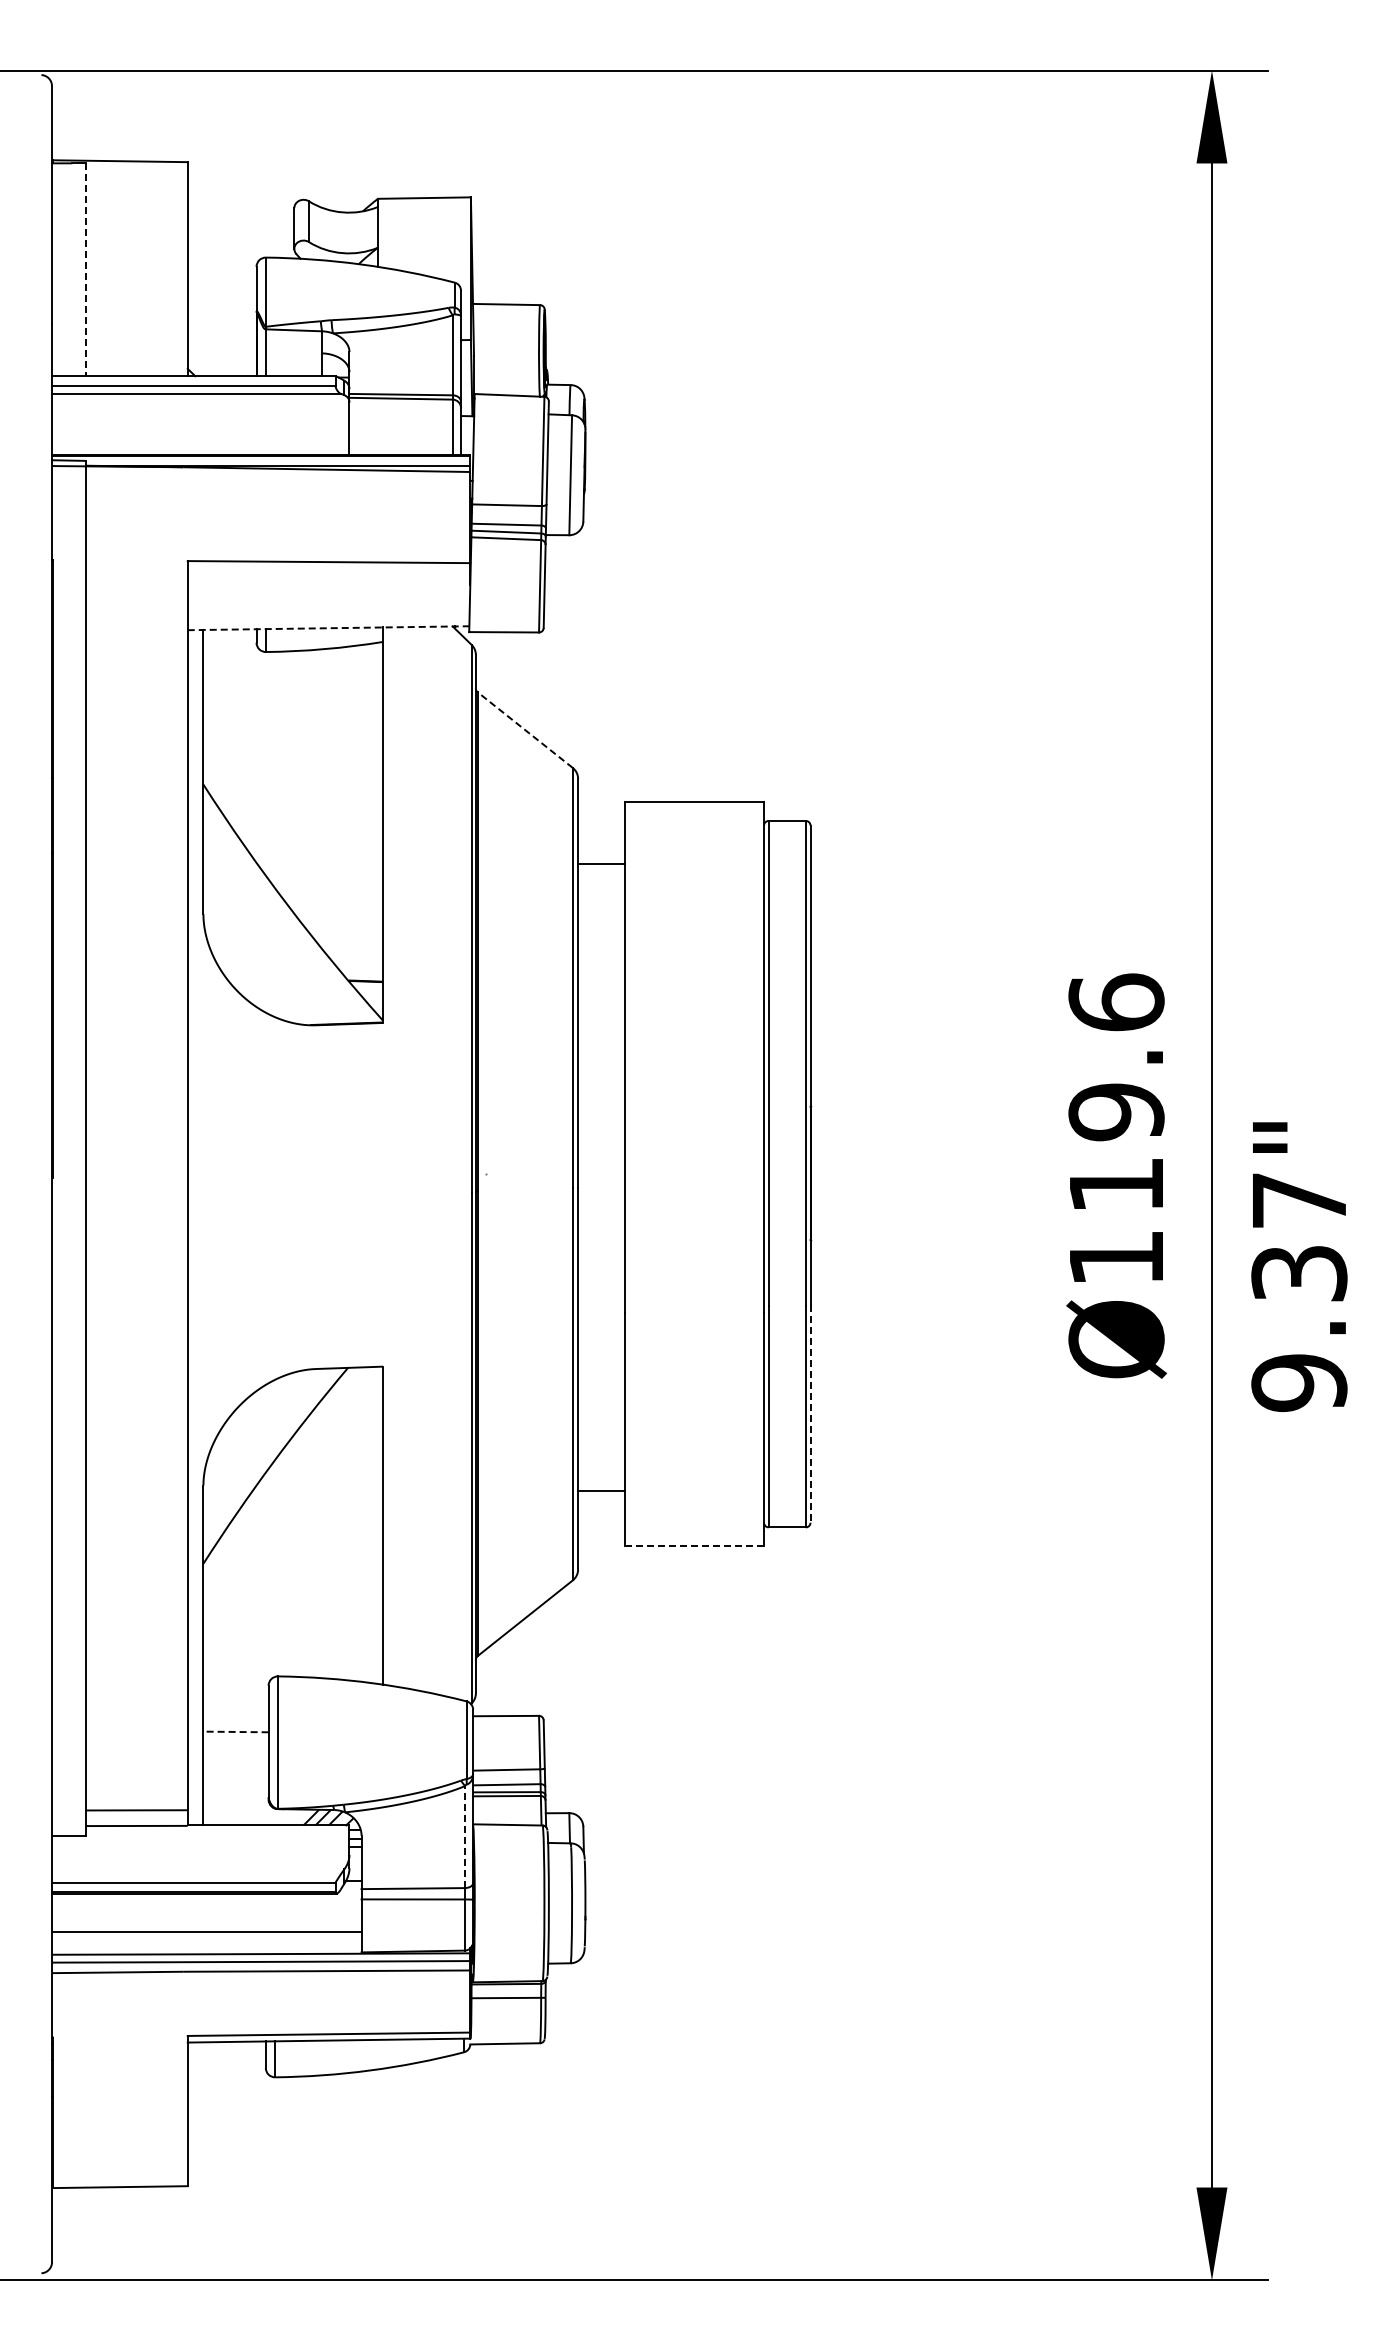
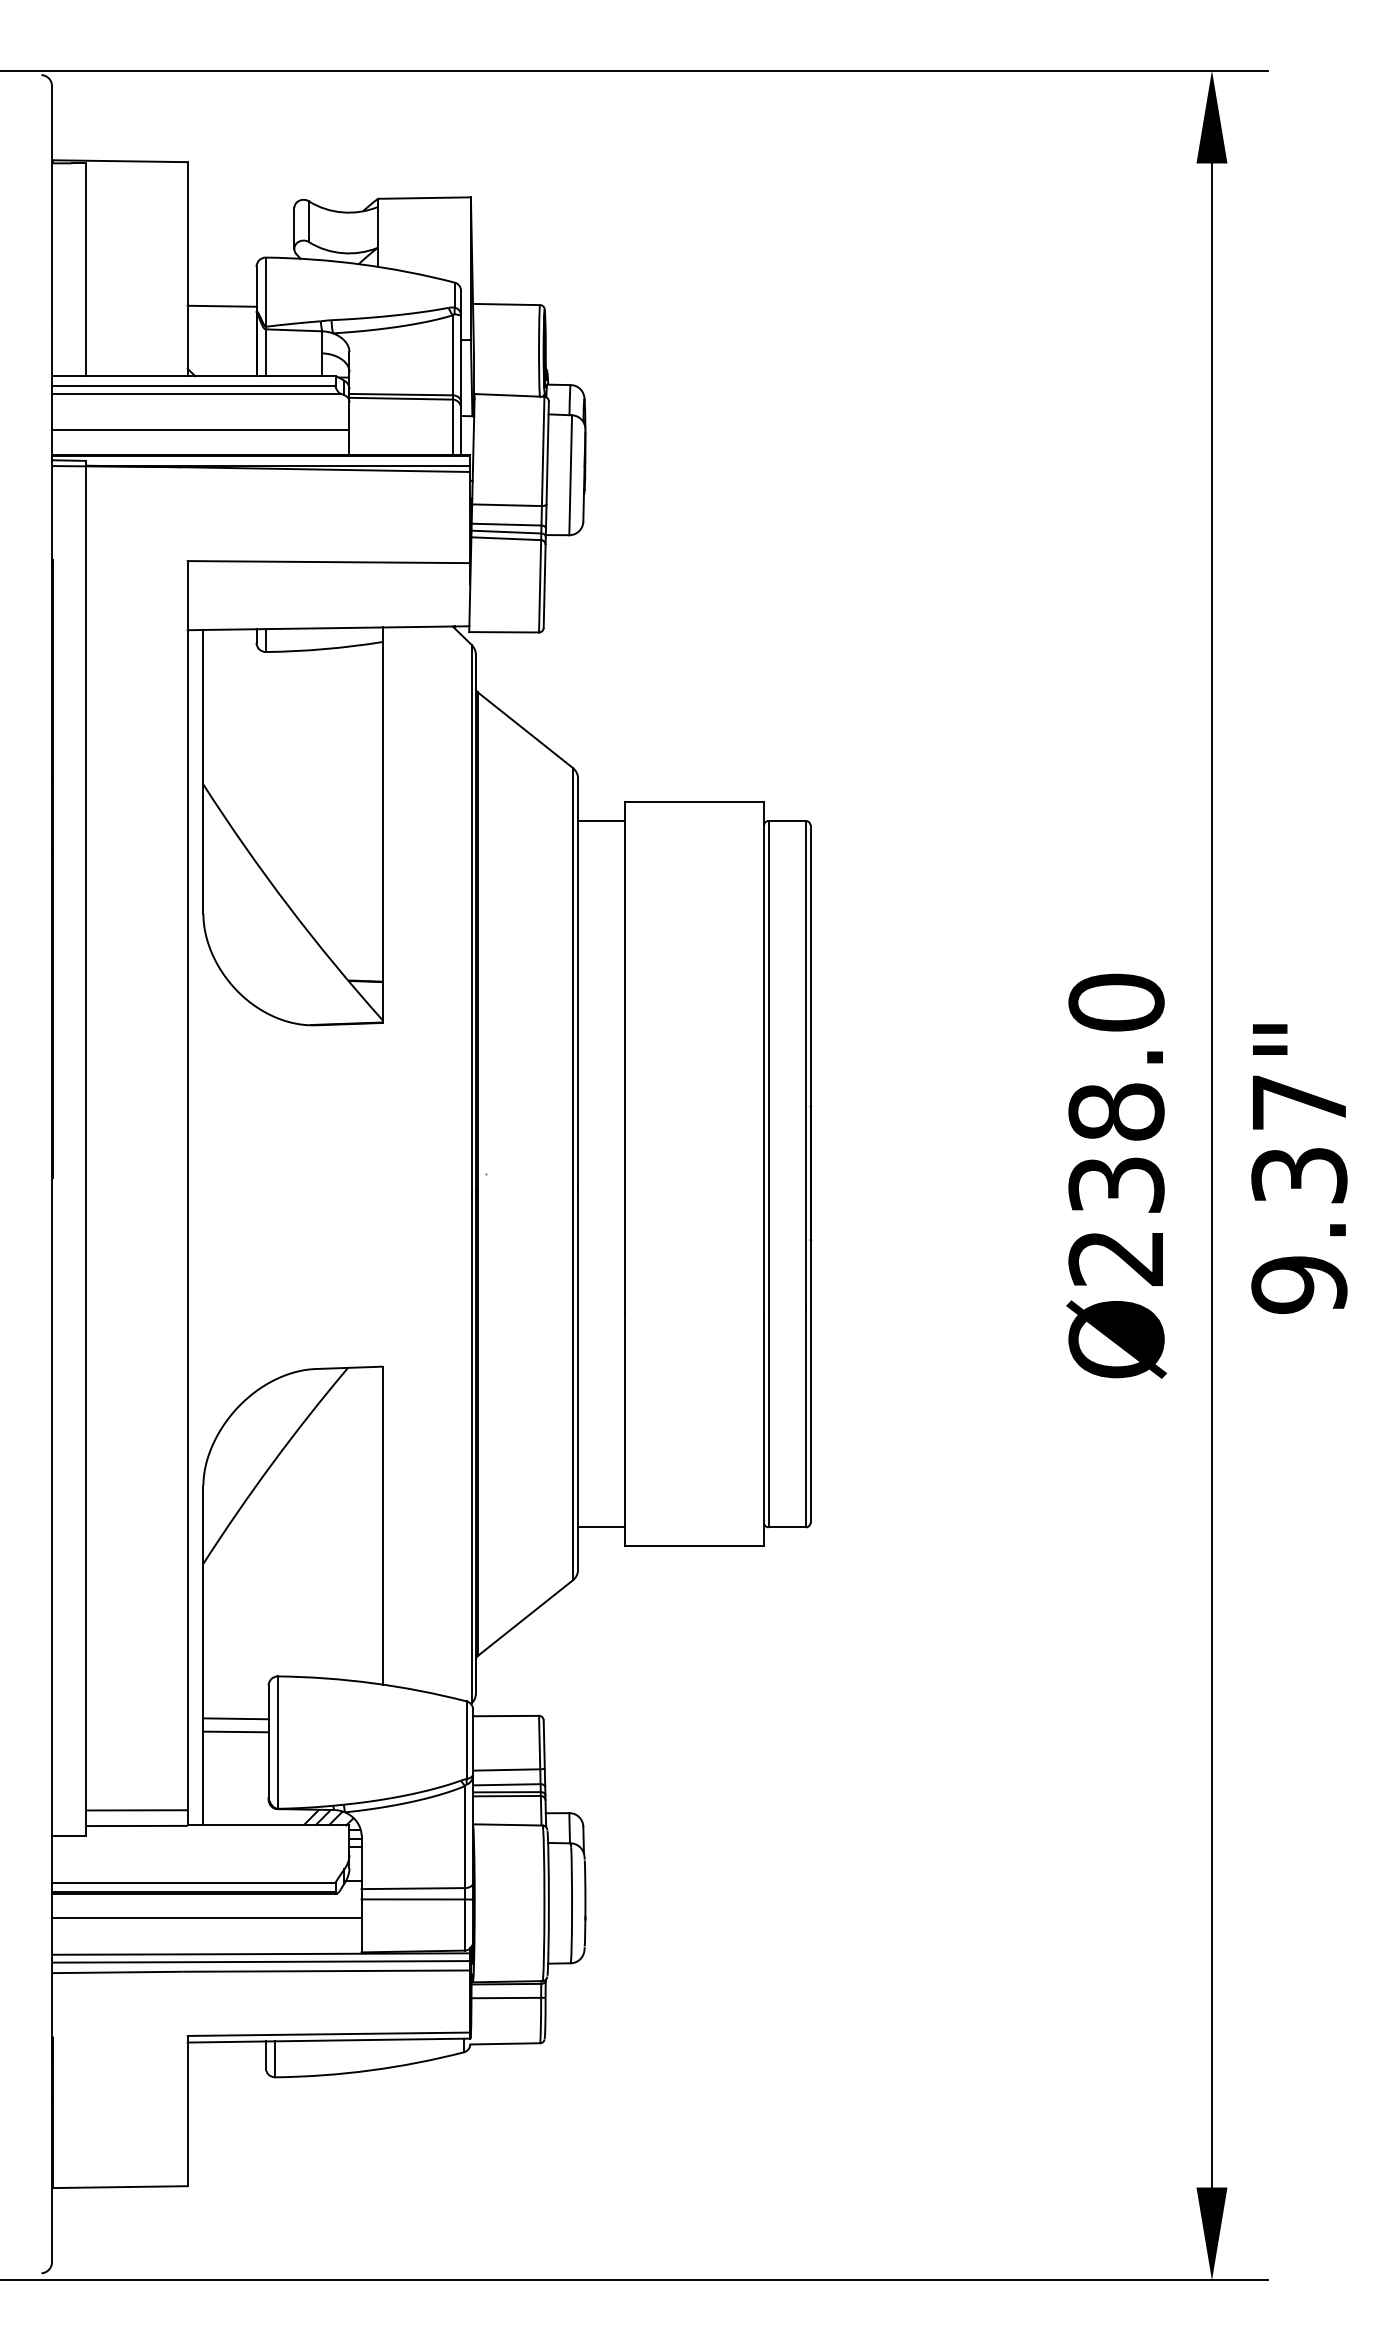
line at (85, 270): dashed -> solid
line at (221, 305): none -> present
line at (200, 429): none -> present
line at (328, 628): dashed -> solid
line at (525, 730): dashed -> solid
line at (601, 863) position: (601, 863) -> (601, 820)
text at (1116, 1129): Ø119.6 -> Ø238.0
text at (1299, 1266) position: (1299, 1266) -> (1299, 1168)
line at (810, 1413): dashed -> solid
line at (601, 1491) position: (601, 1491) -> (601, 1527)
line at (694, 1545): dashed -> solid
line at (235, 1718): none -> present
line at (236, 1731): dashed -> solid
line at (464, 1837): dashed -> solid
line at (206, 1932) position: (206, 1932) -> (206, 1918)
